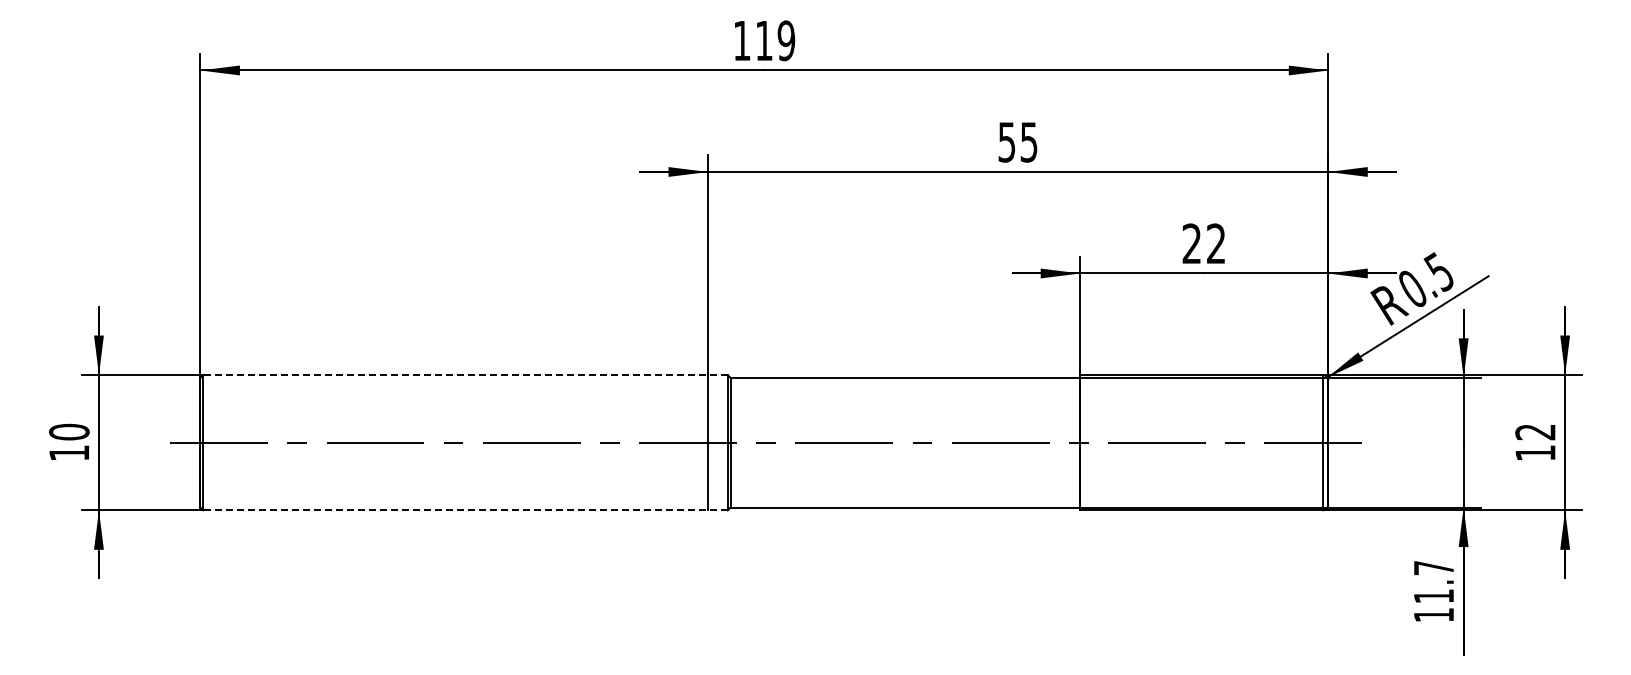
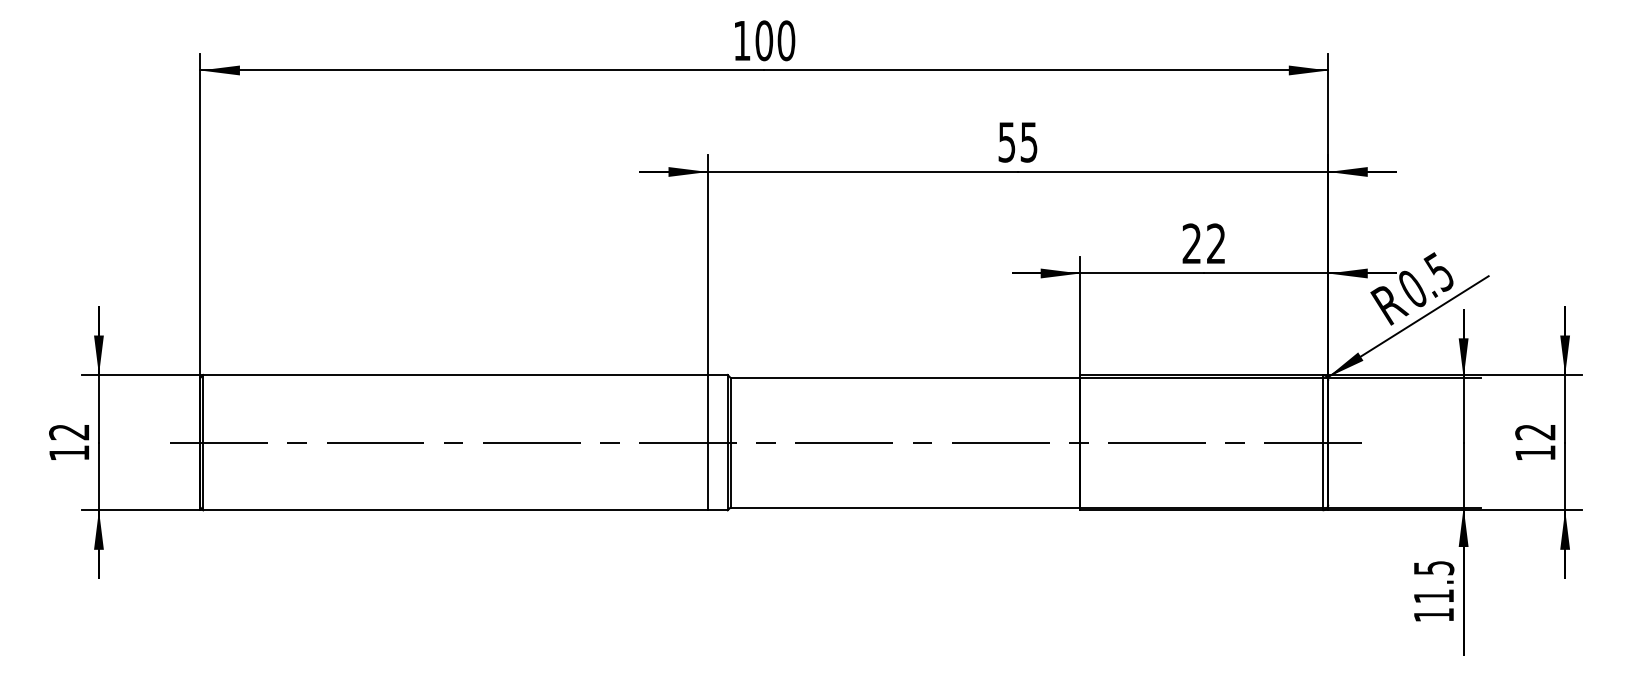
text at (775, 40): 119 -> 100
line at (465, 375): dashed -> solid
text at (69, 431): 10 -> 12
line at (465, 510): dashed -> solid
text at (1434, 568): 11.7 -> 11.5
